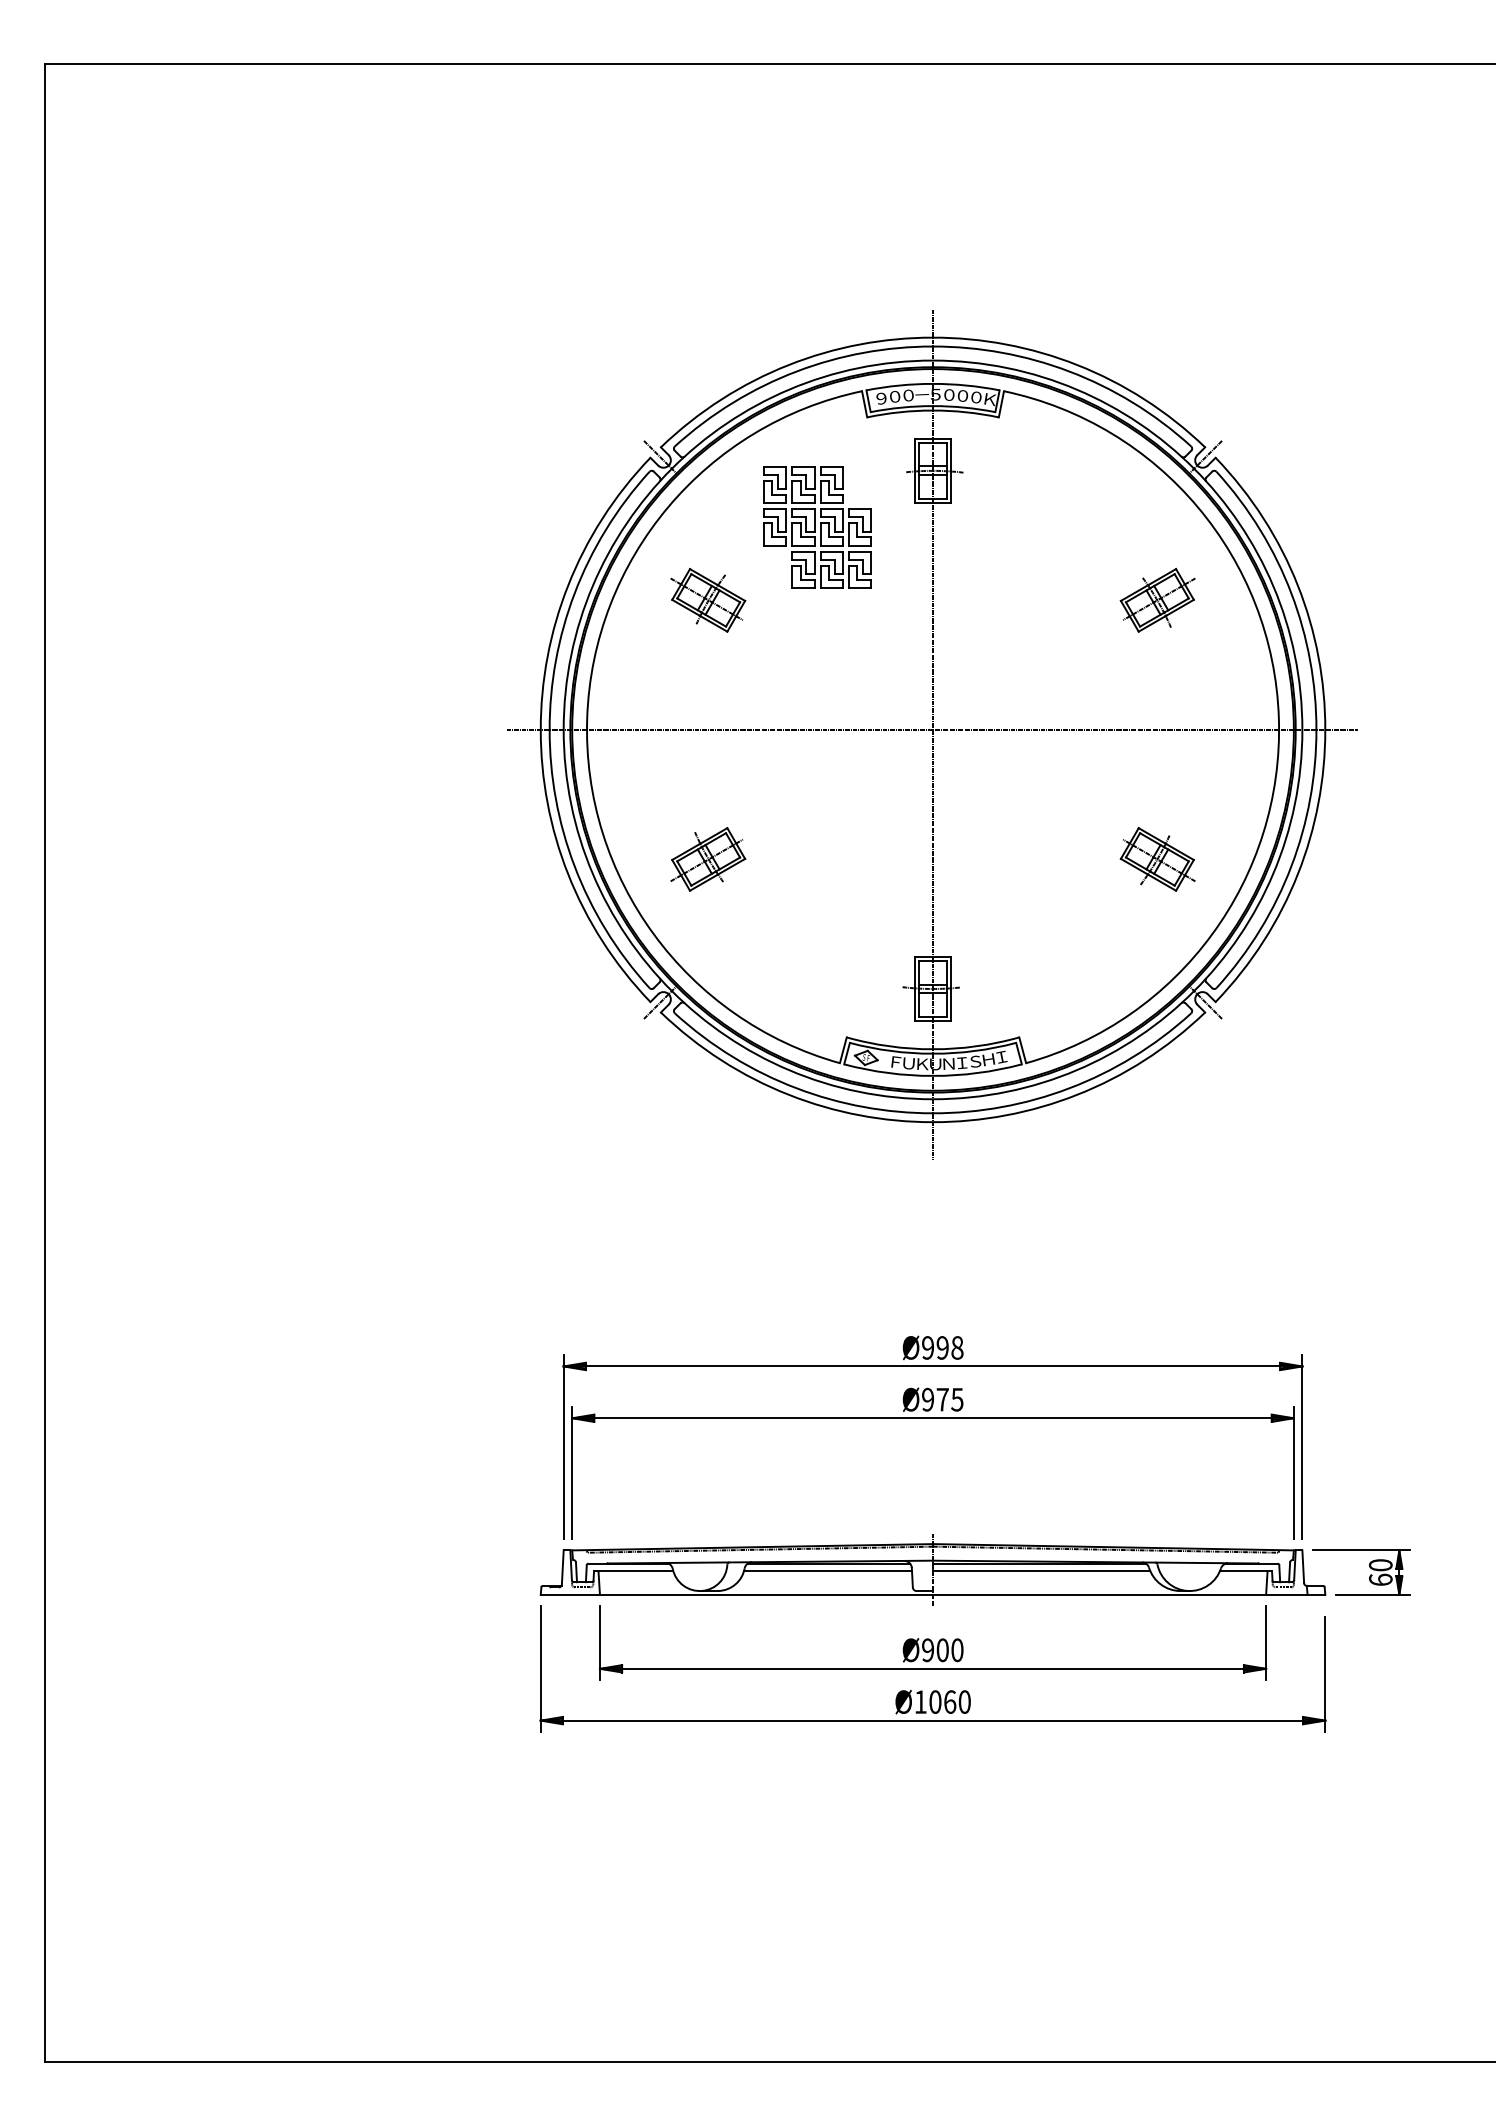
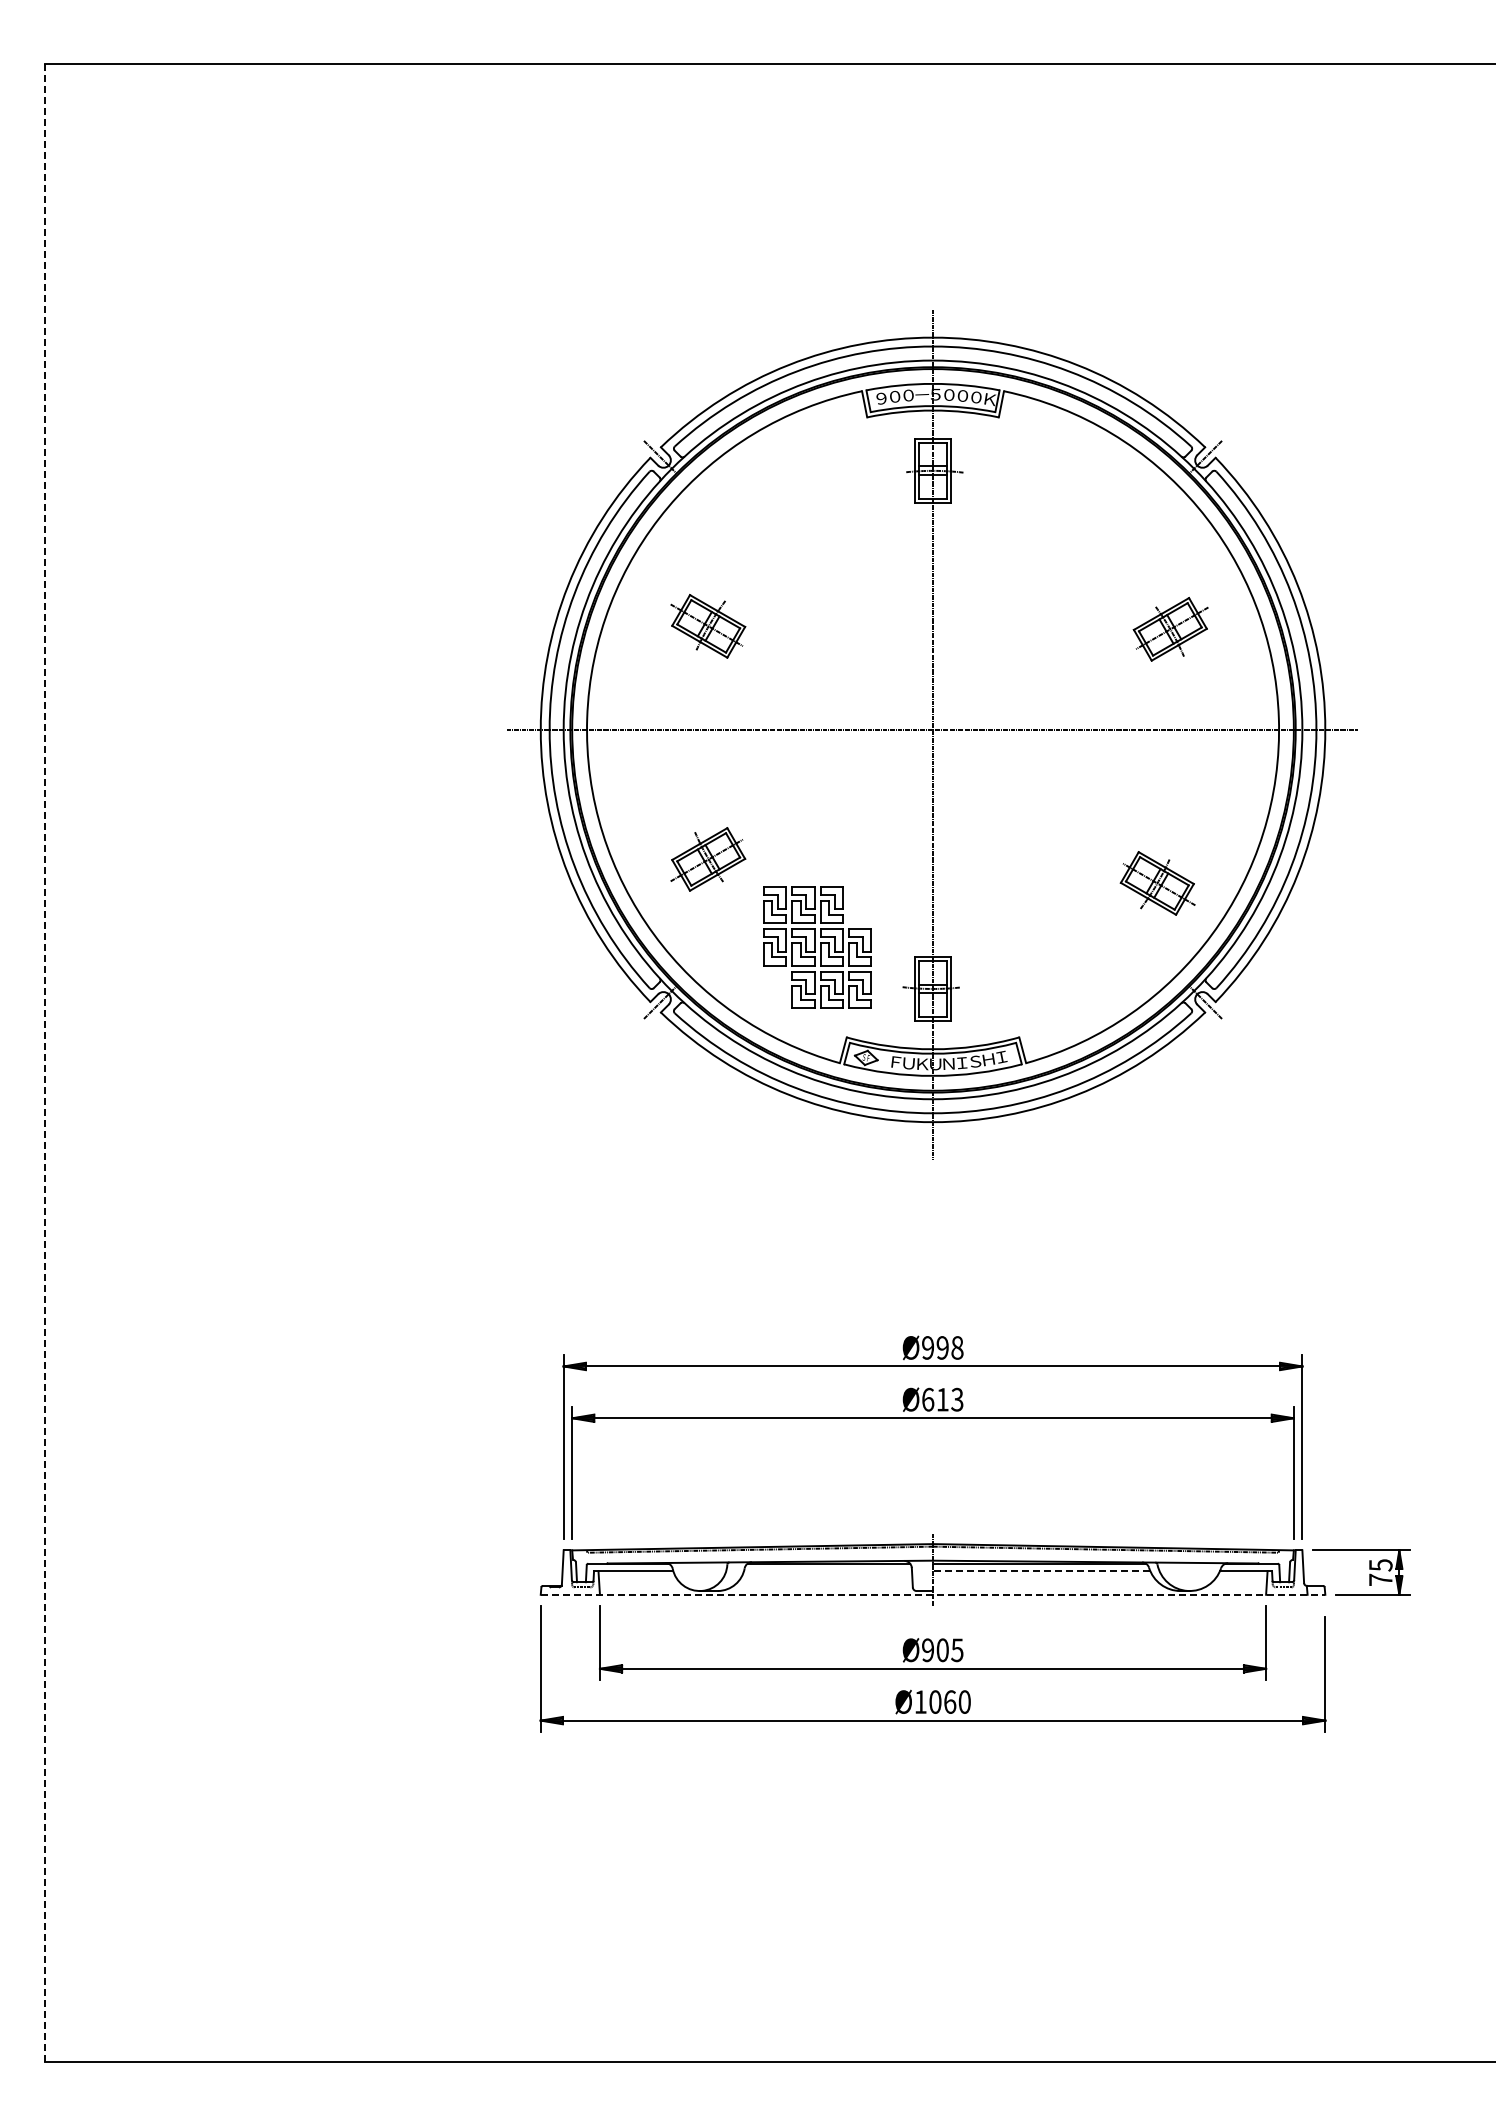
part at (817, 527) position: (817, 527) -> (817, 947)
part at (708, 600) position: (708, 600) -> (708, 626)
part at (1157, 600) position: (1157, 600) -> (1170, 629)
part at (1157, 859) position: (1157, 859) -> (1157, 883)
line at (44, 1062): solid -> dashed
text at (942, 1399): Ø975 -> Ø613
line at (828, 1571): present -> none
line at (1041, 1571): solid -> dashed
text at (1380, 1572): 60 -> 75
line at (933, 1594): solid -> dashed
text at (957, 1650): Ø900 -> Ø905
